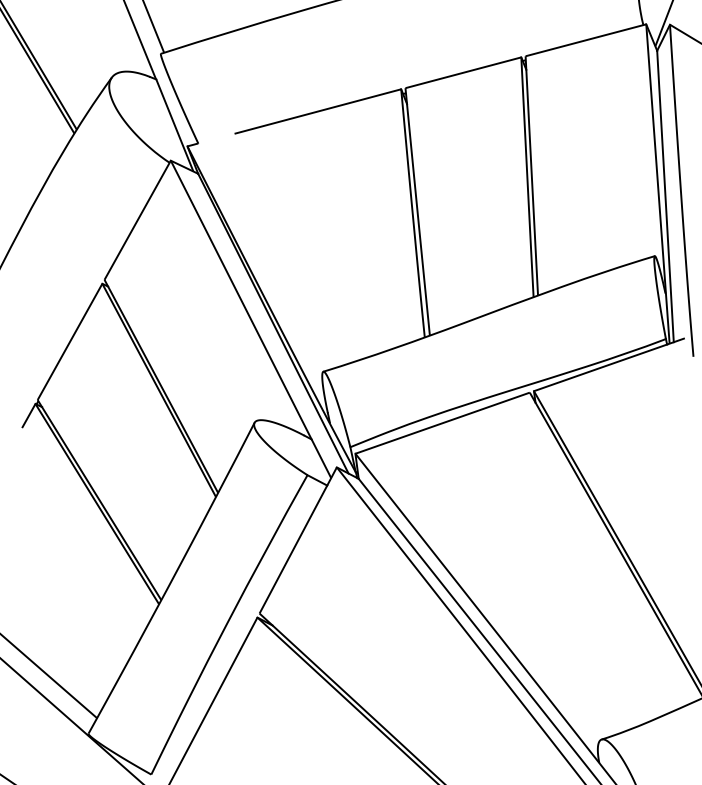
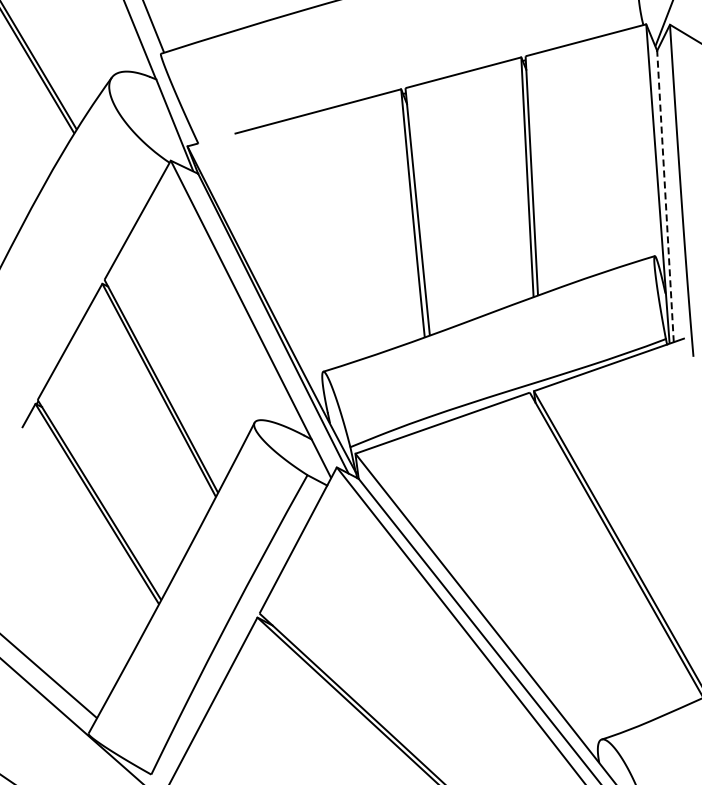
line at (665, 196): solid -> dashed
